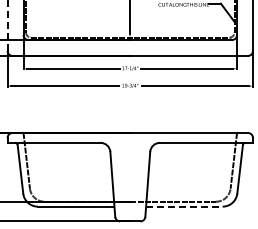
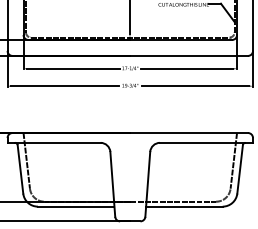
line at (7, 25): dashed -> solid
line at (184, 206): dashed -> solid
